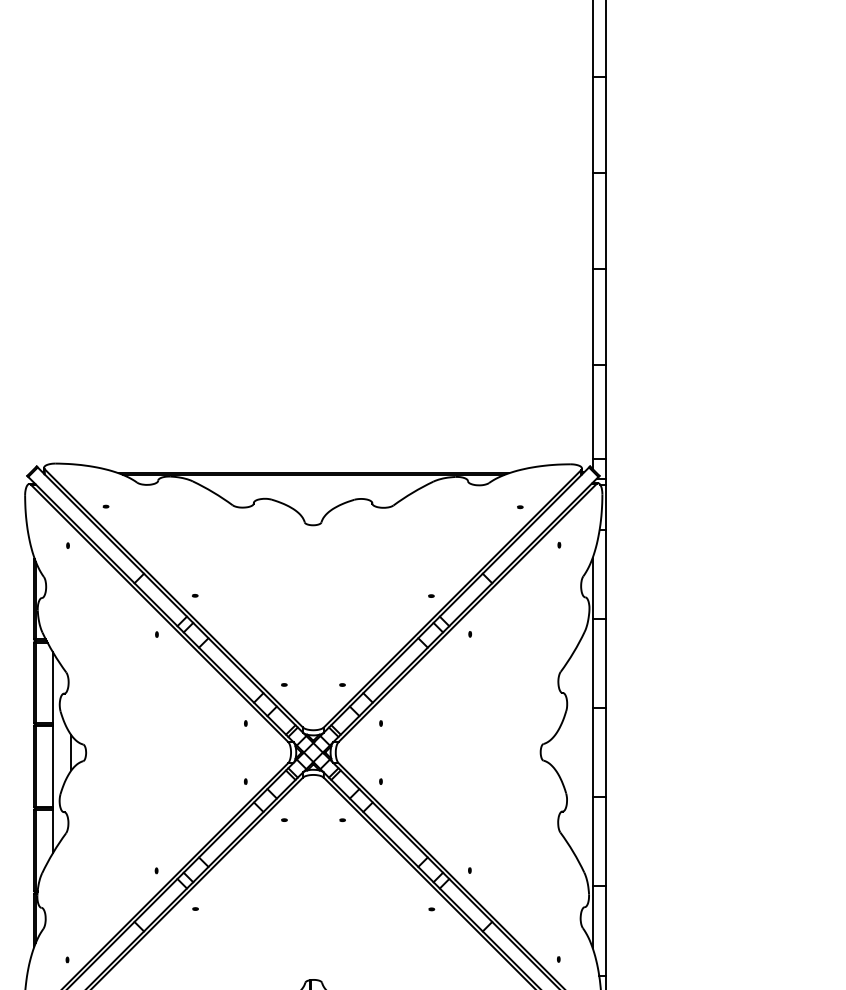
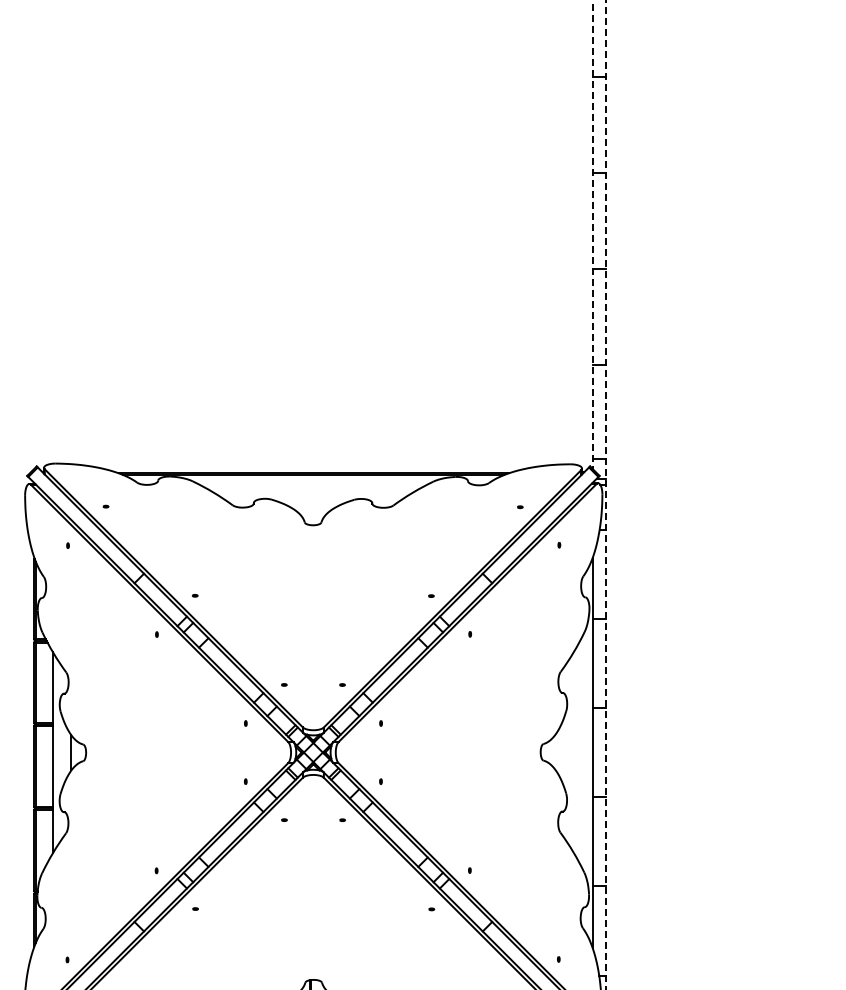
line at (592, 235): solid -> dashed
line at (605, 495): solid -> dashed
